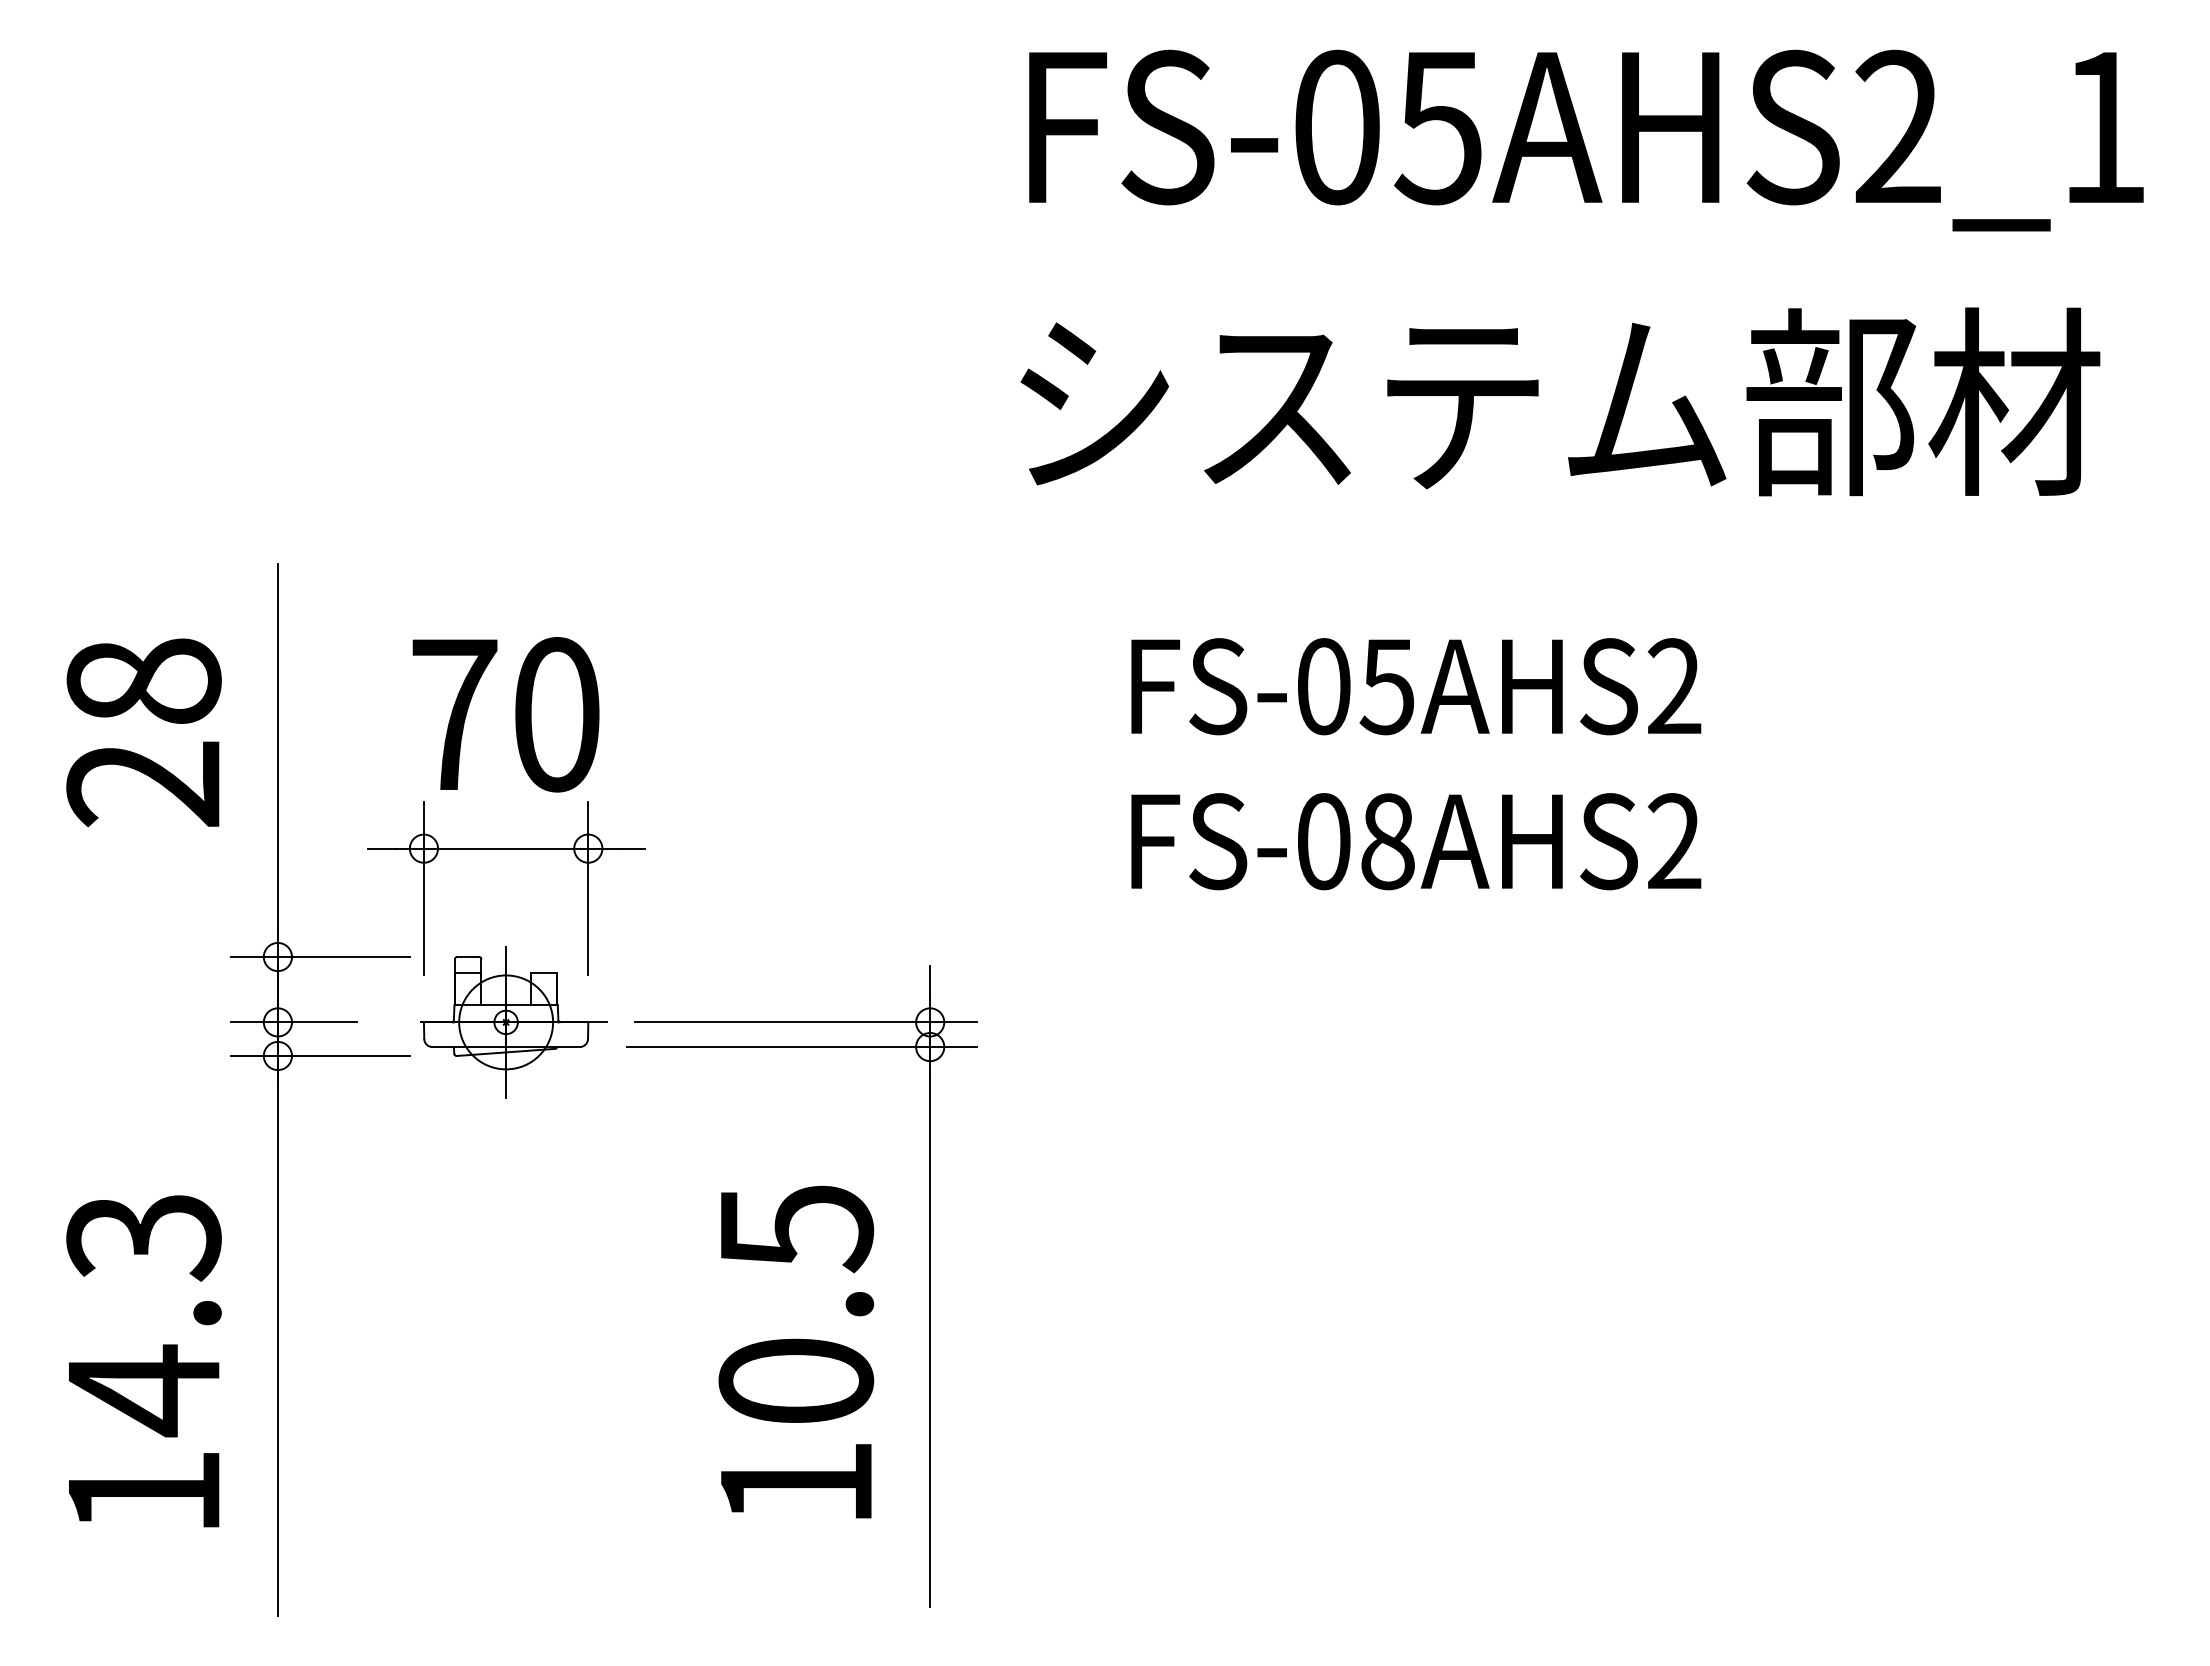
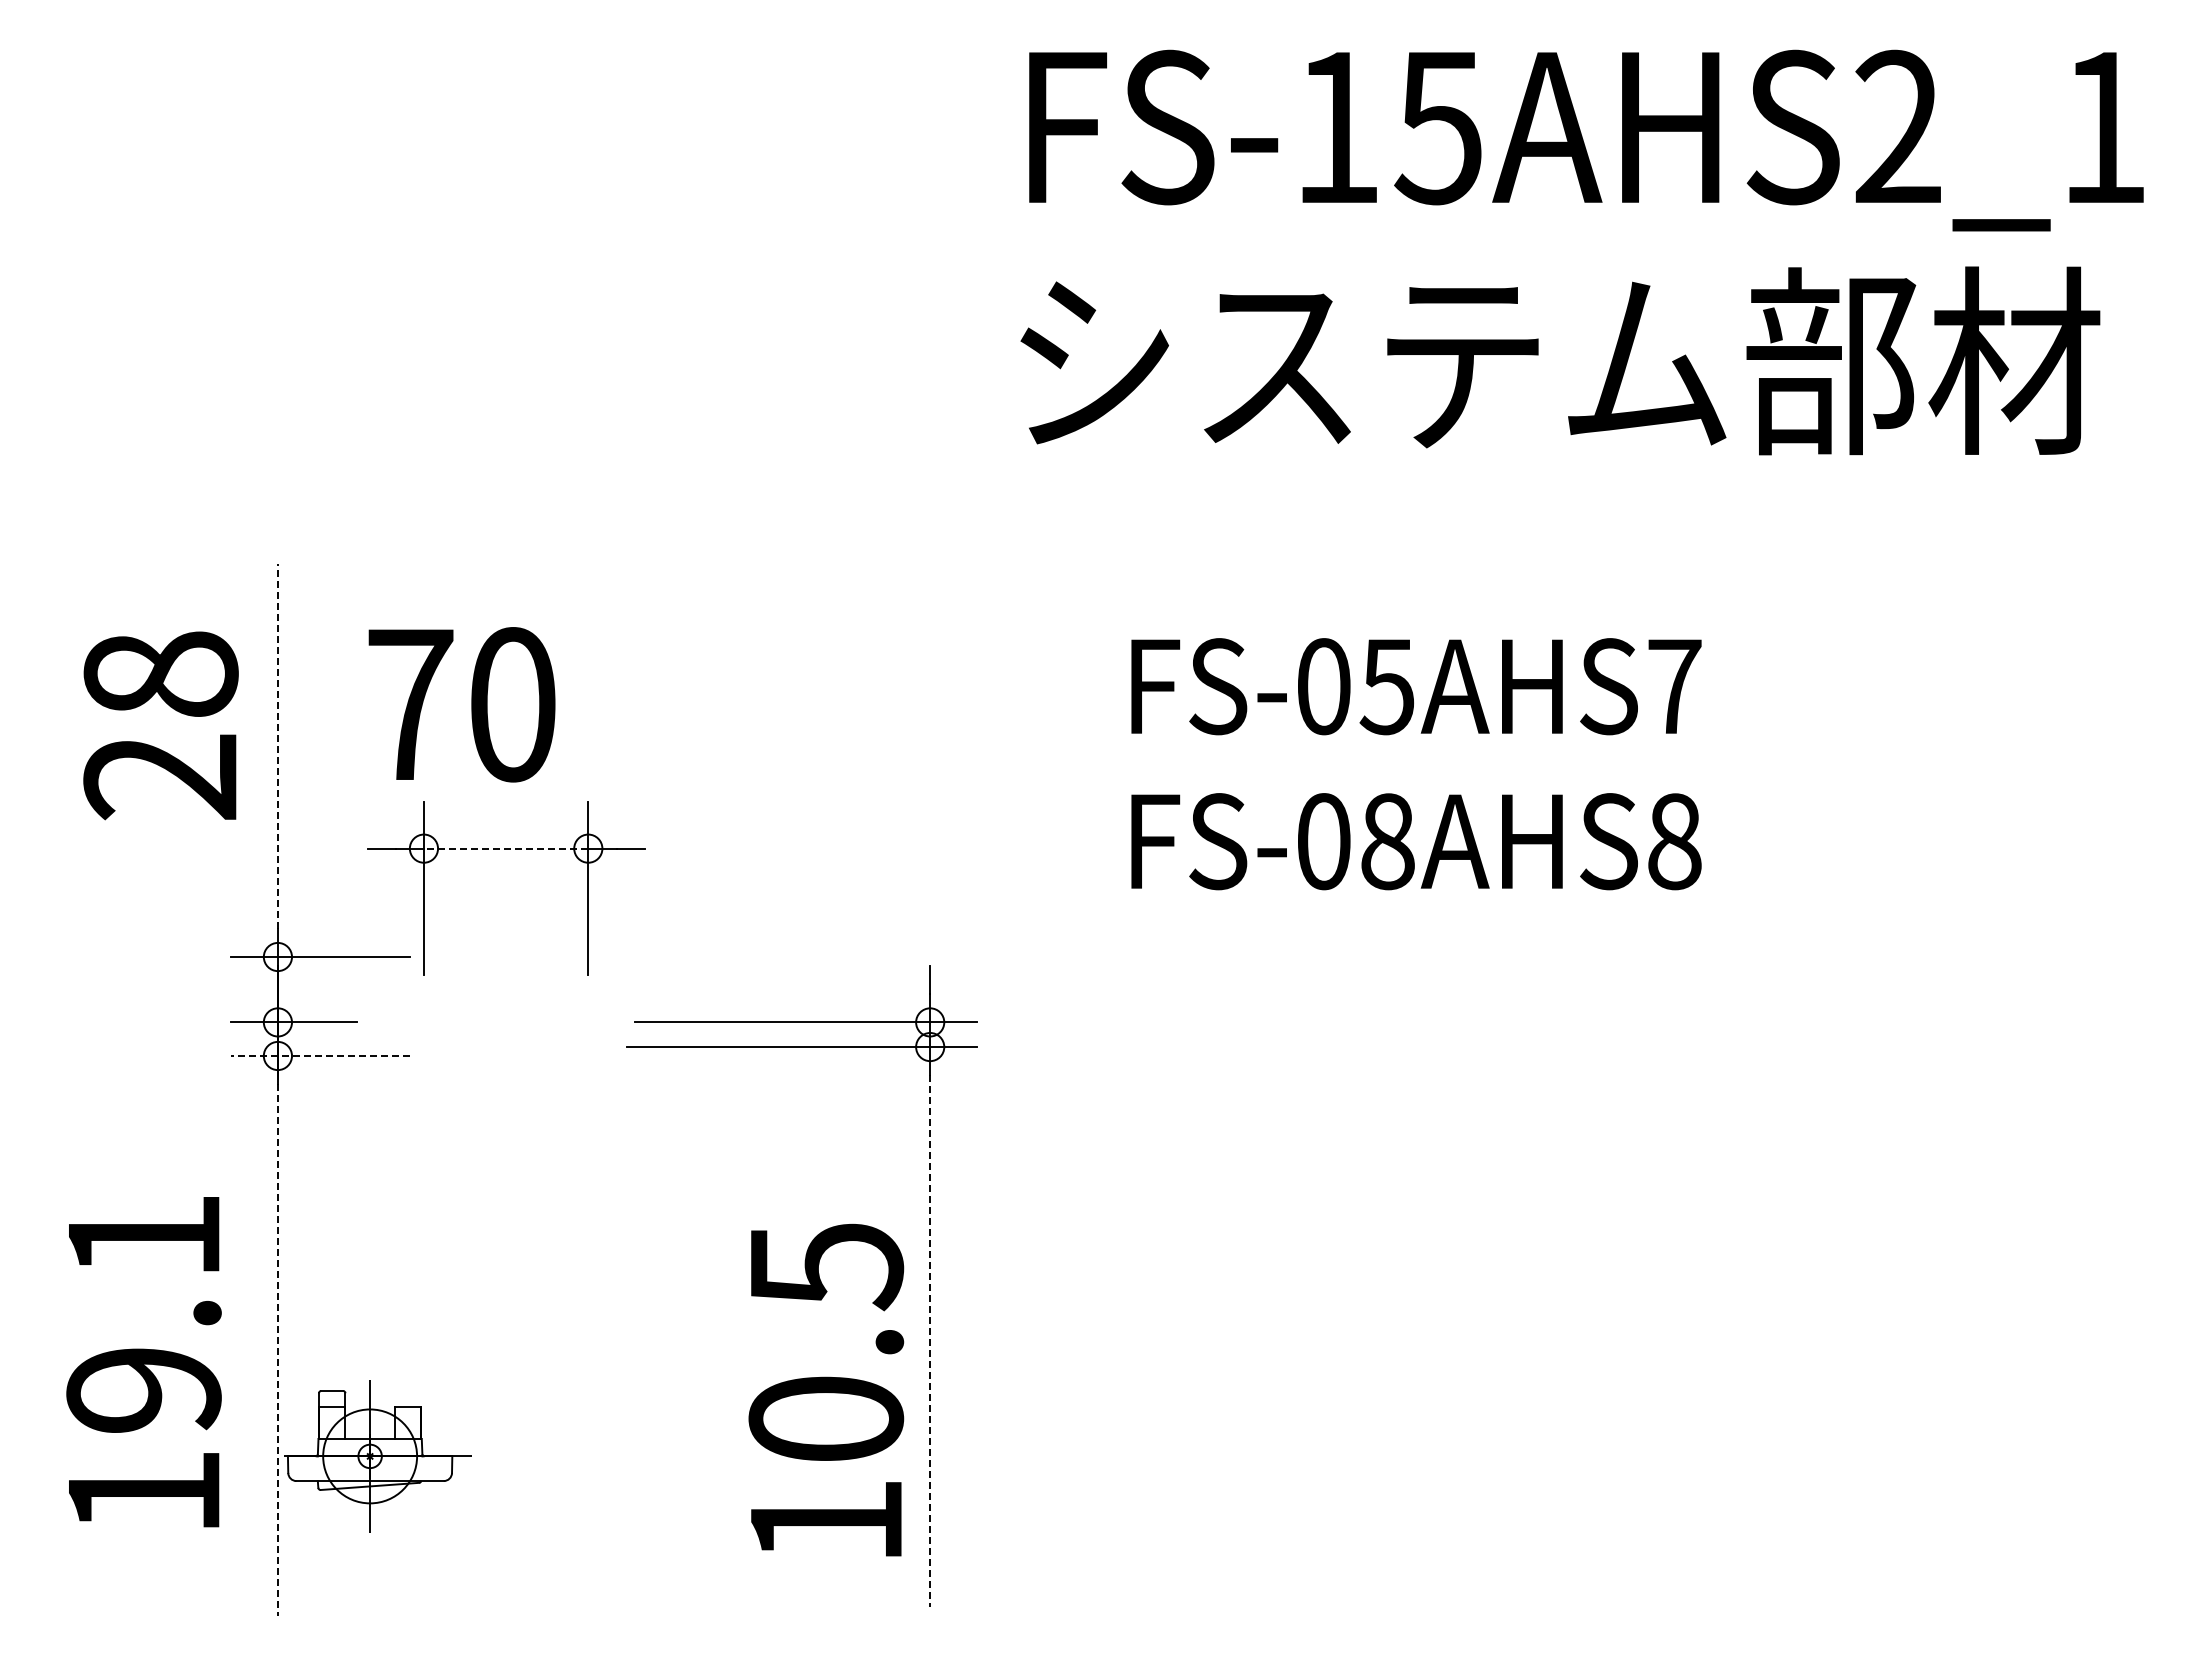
text at (1337, 127): FS-05AHS2_1 -> FS-15AHS2_1
text at (1560, 401) position: (1560, 401) -> (1560, 360)
text at (1674, 685): FS-05AHS2 -> FS-05AHS7
text at (505, 714) position: (505, 714) -> (461, 704)
text at (143, 732) position: (143, 732) -> (160, 725)
line at (277, 746): solid -> dashed
text at (1674, 841): FS-08AHS2 -> FS-08AHS8
line at (505, 848): solid -> dashed
part at (513, 1022) position: (513, 1022) -> (377, 1456)
line at (319, 1055): solid -> dashed
text at (143, 1316): 14.3 -> 19.1
line at (930, 1341): solid -> dashed
line at (277, 1350): solid -> dashed
text at (796, 1351) position: (796, 1351) -> (826, 1389)
